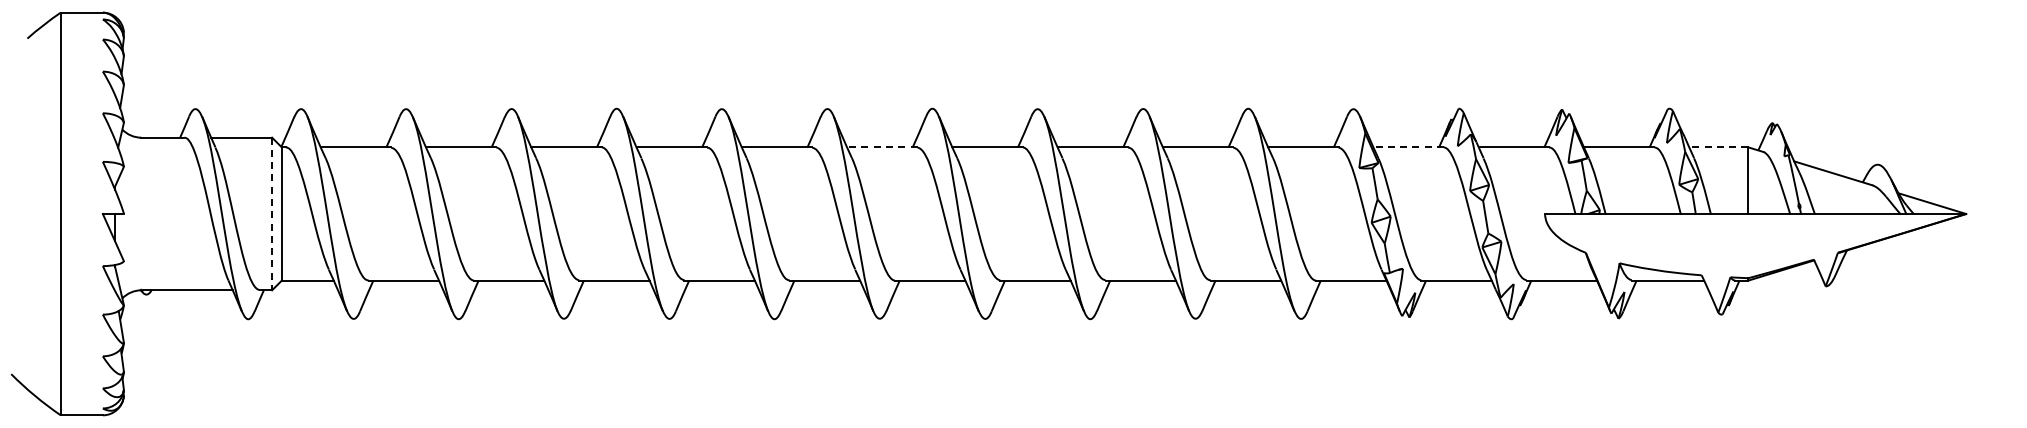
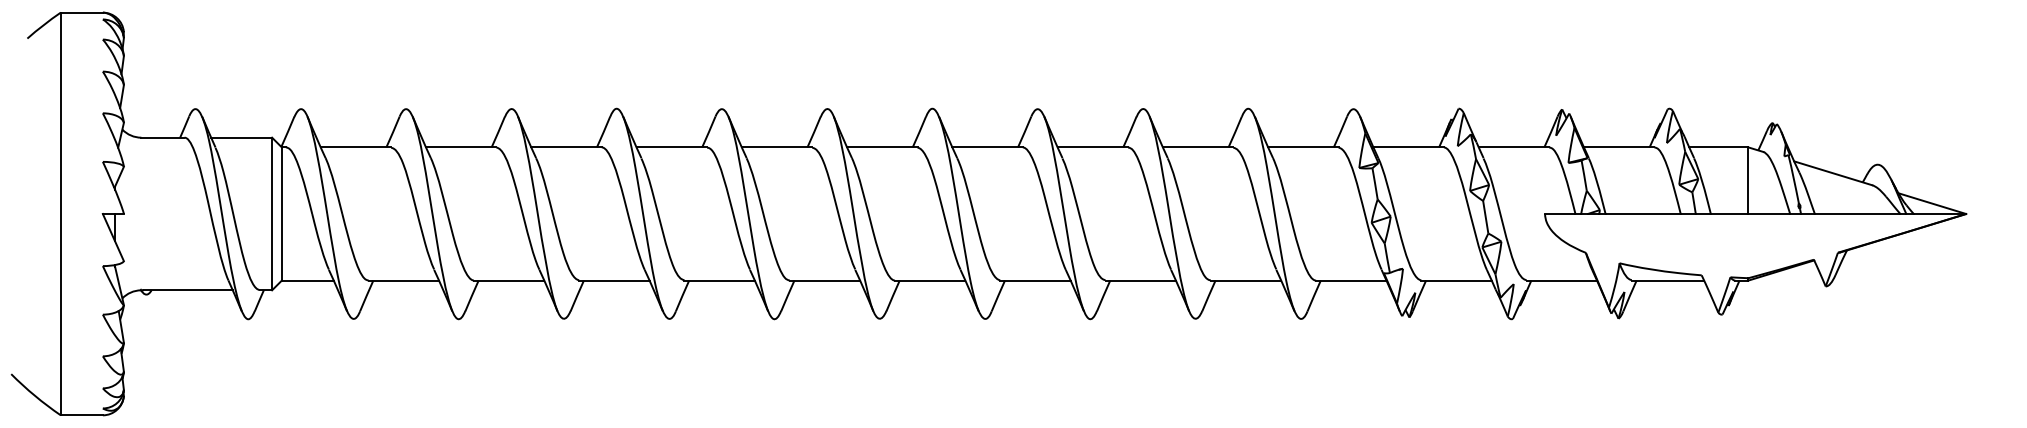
line at (881, 147): dashed -> solid
line at (1408, 147): dashed -> solid
line at (1718, 147): dashed -> solid
line at (272, 214): dashed -> solid
